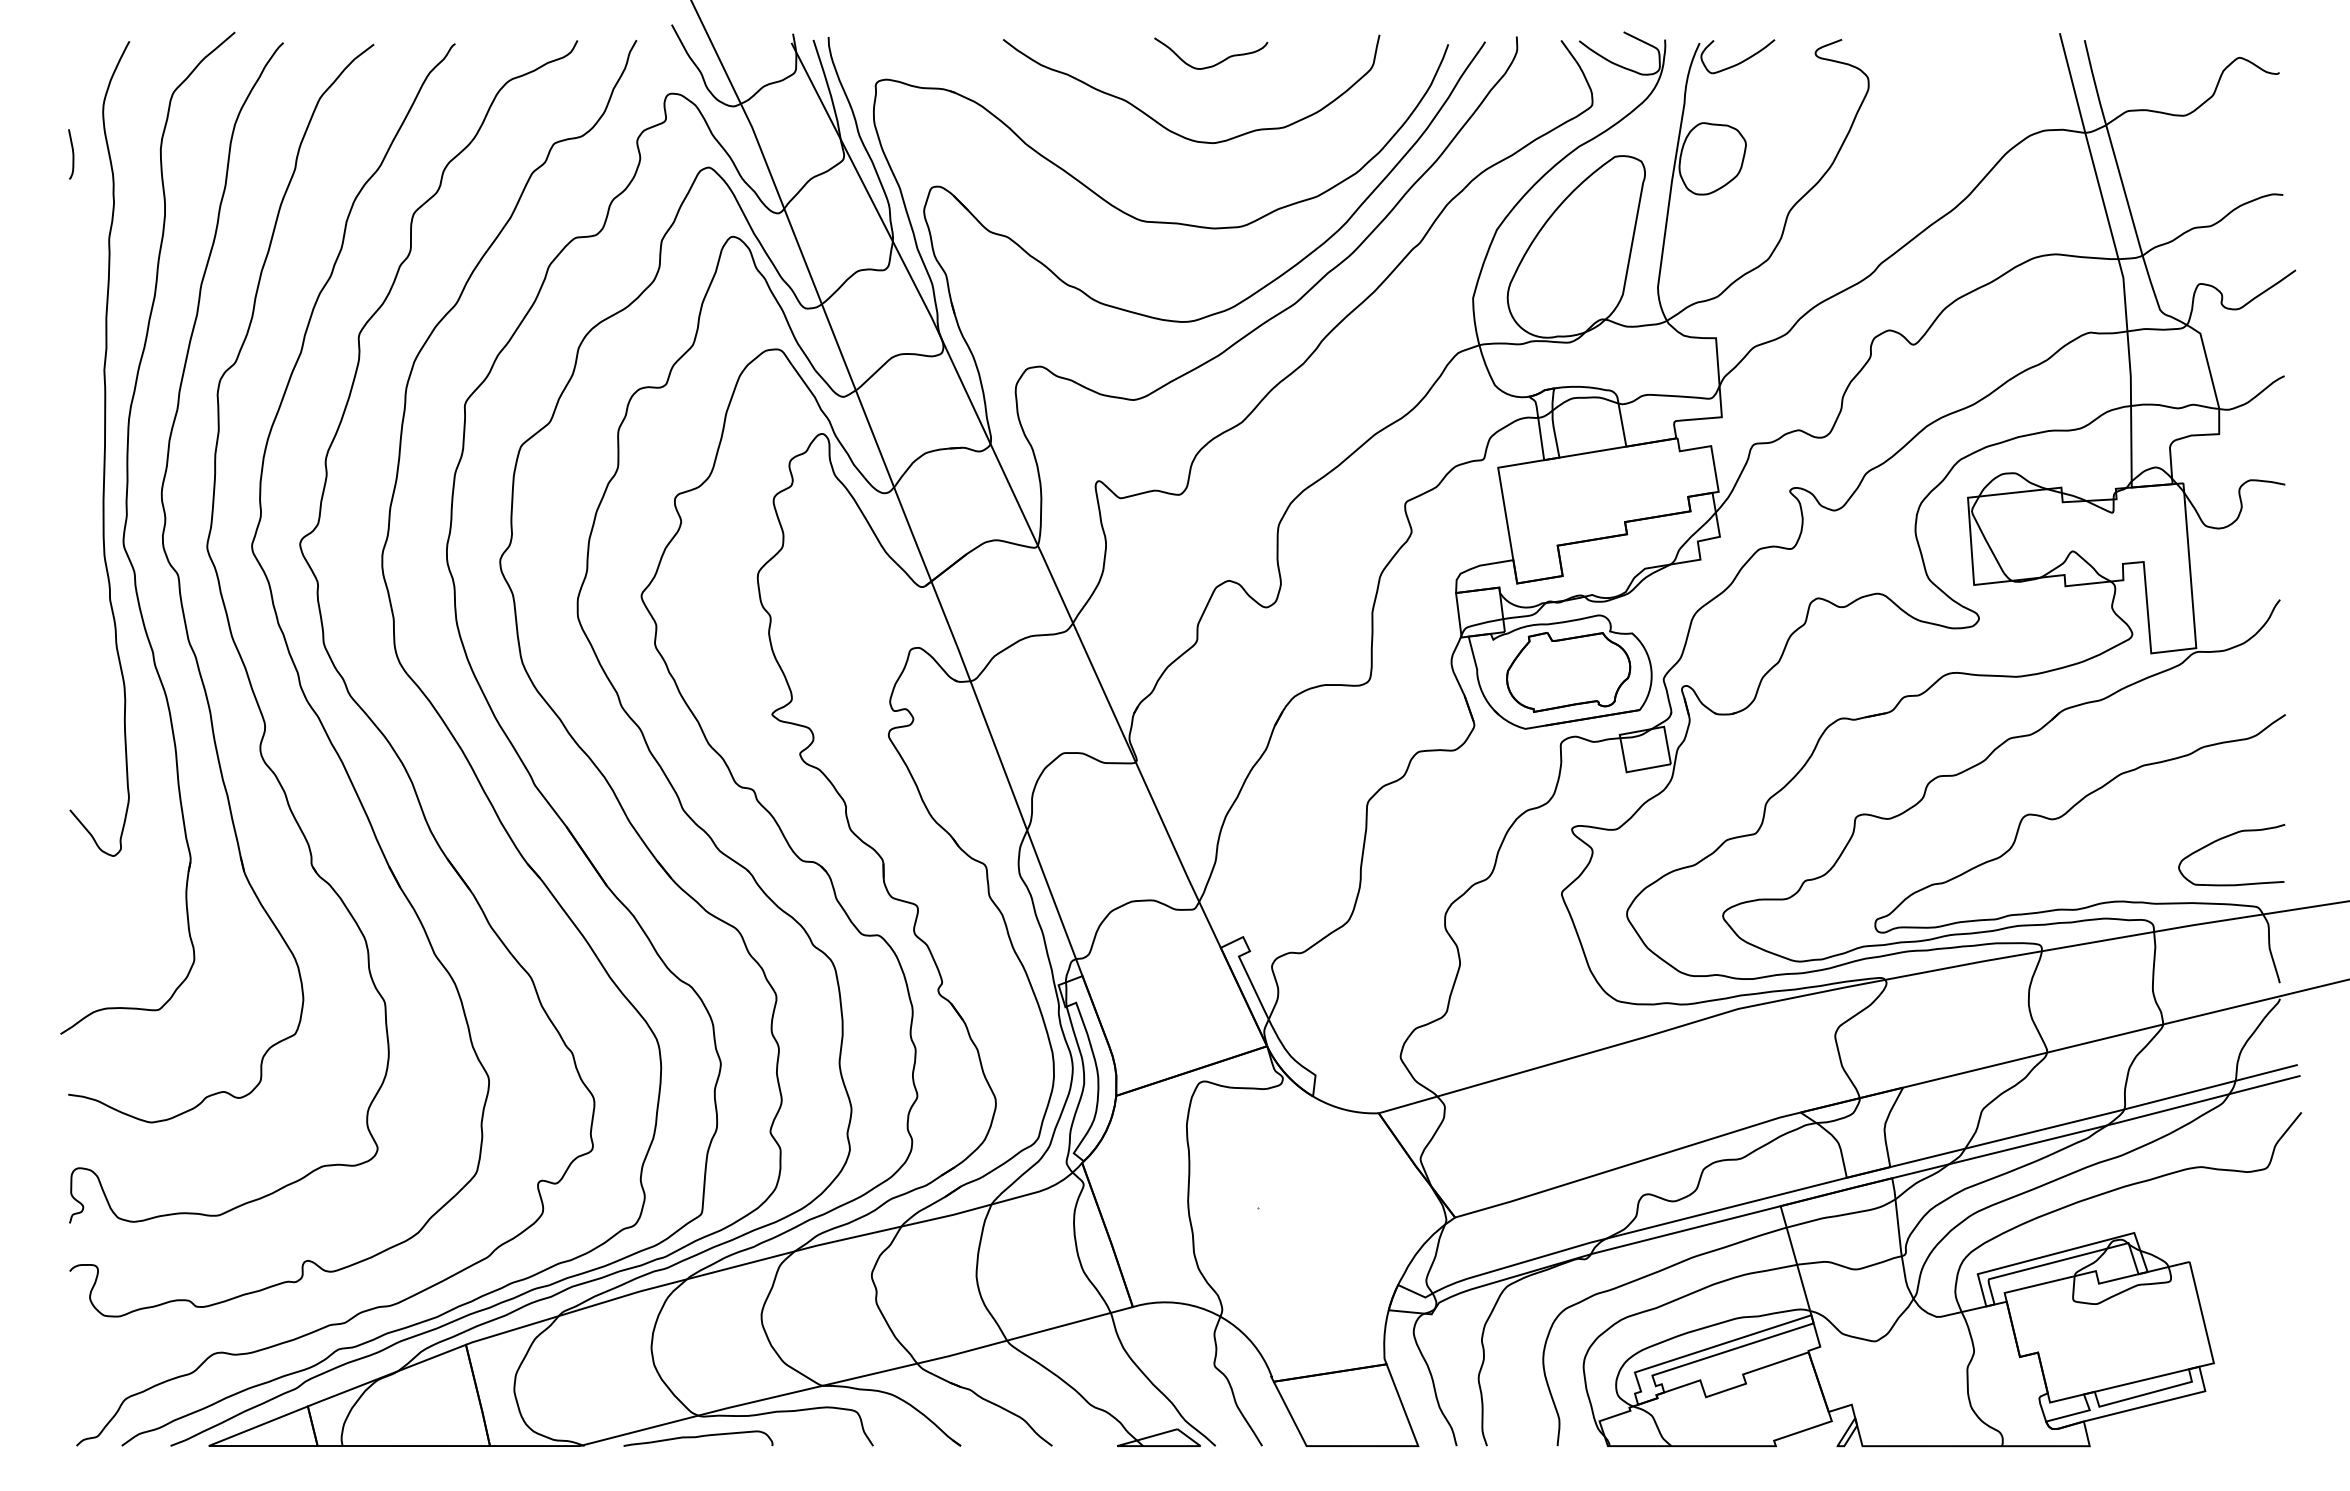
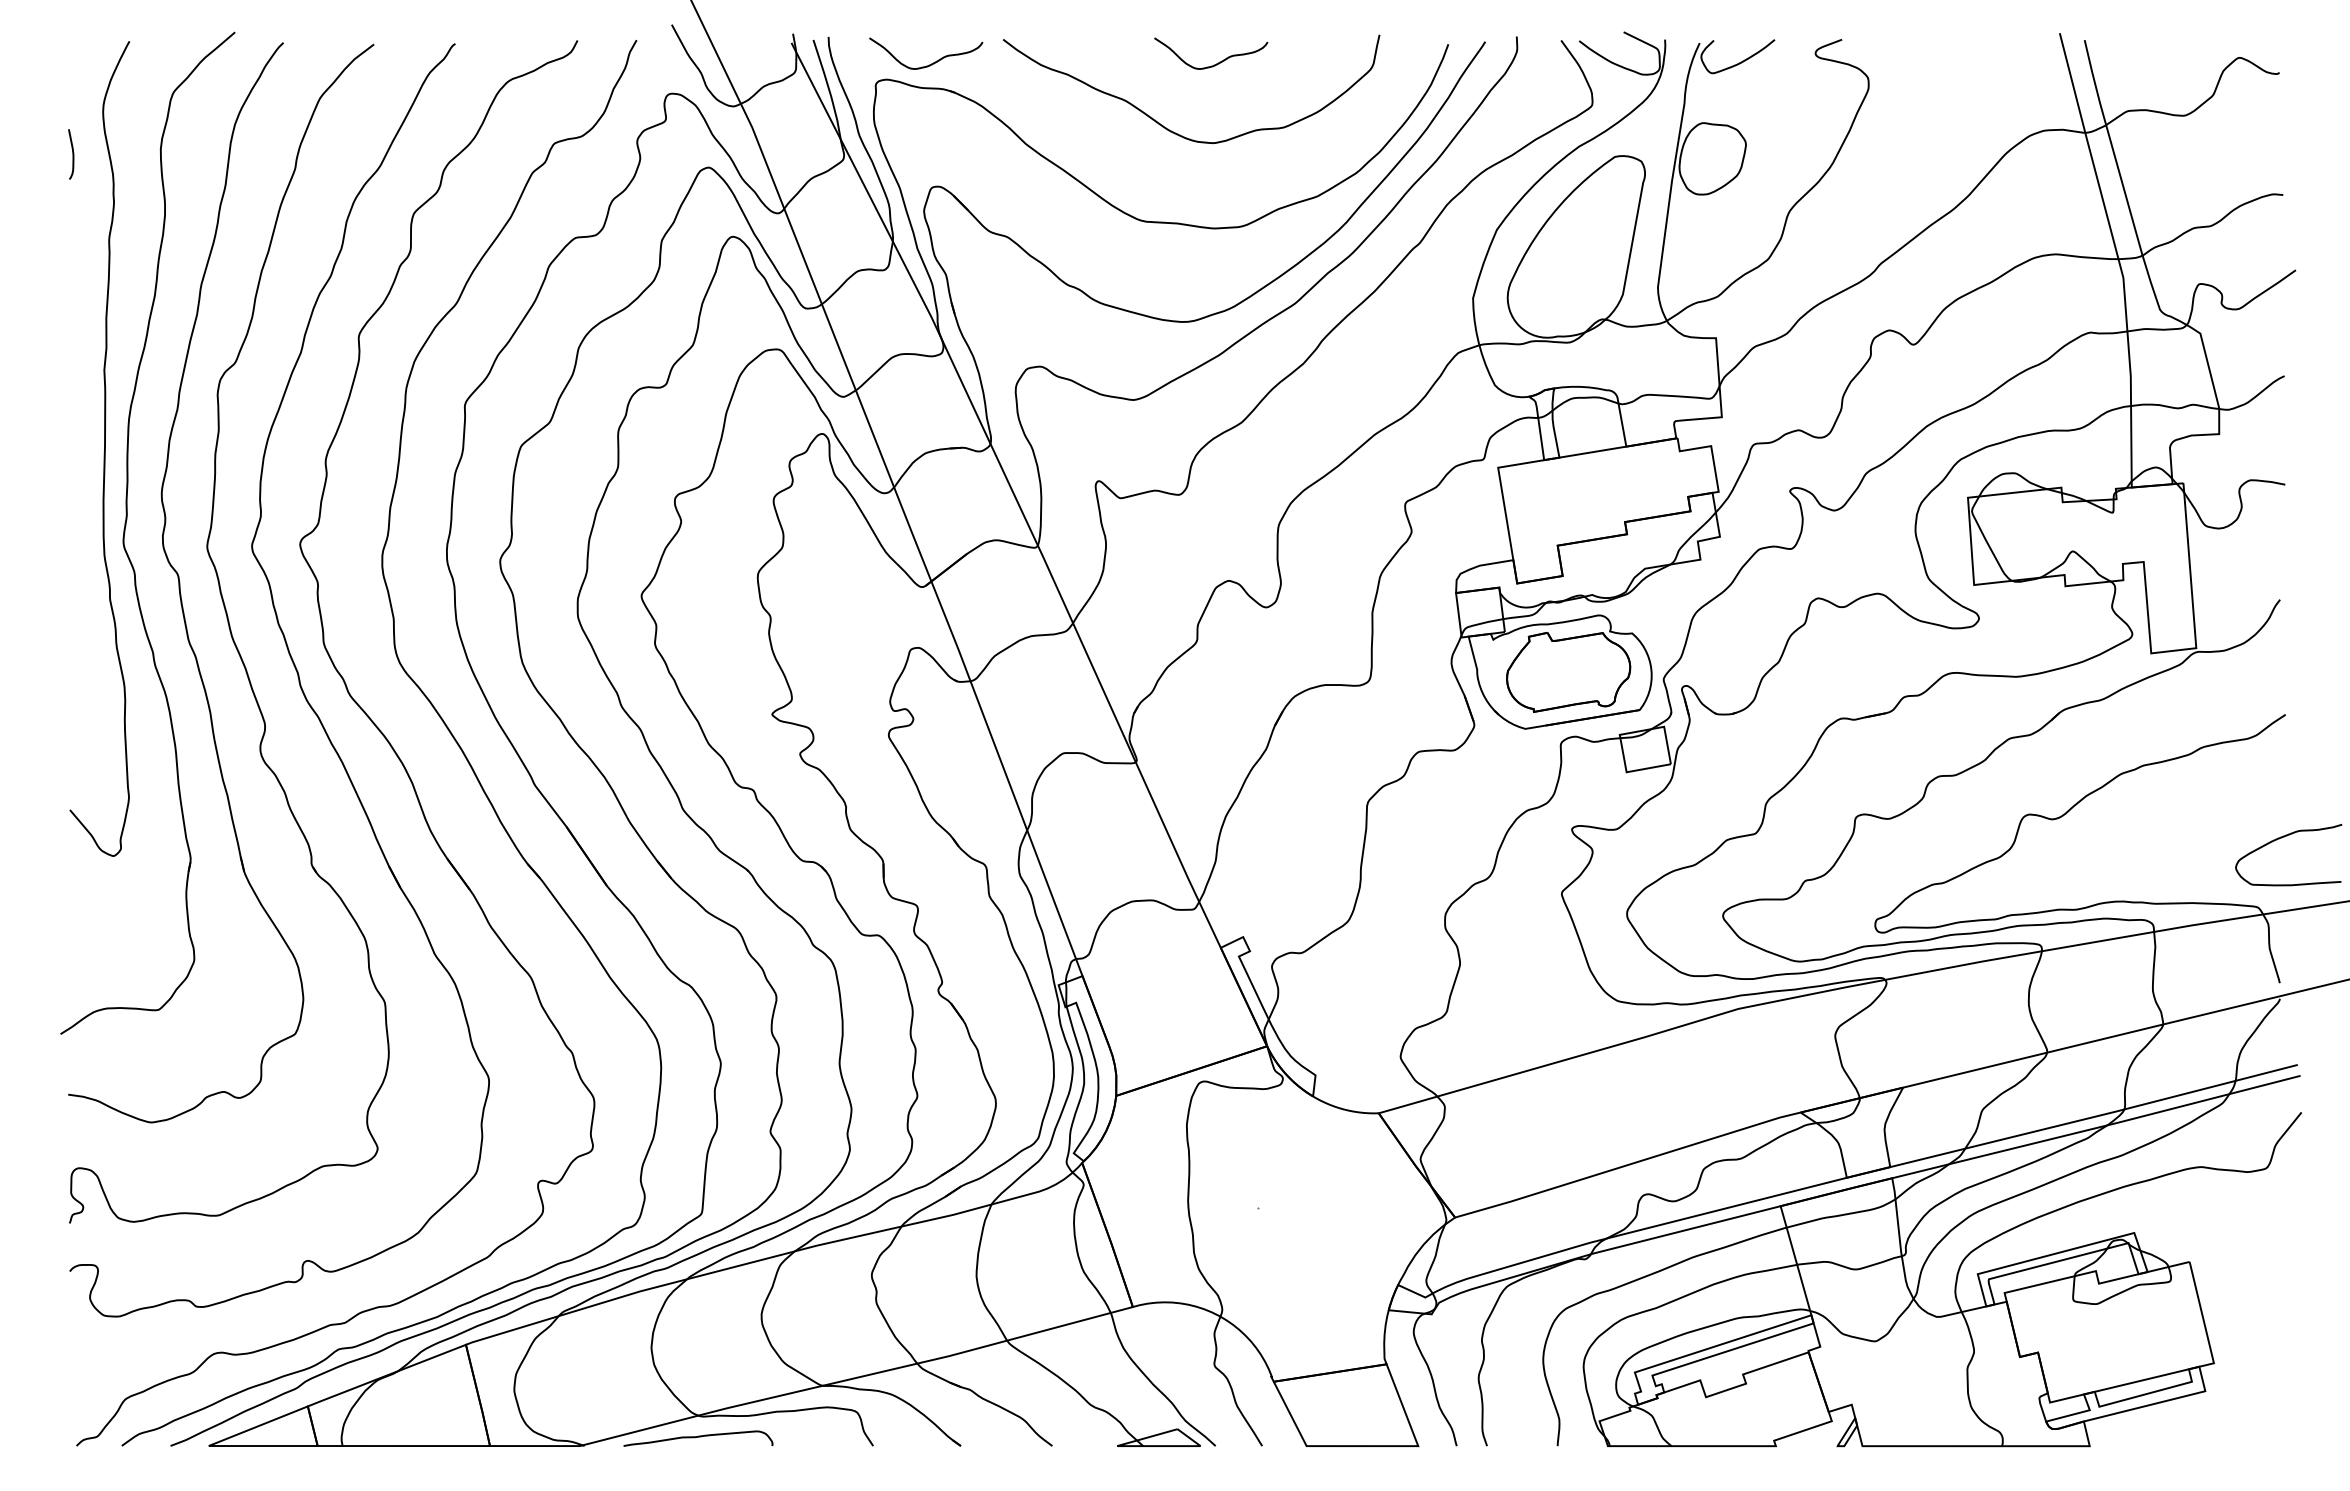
curve at (931, 63): none -> present
curve at (2227, 837) position: (2227, 837) -> (2284, 837)
